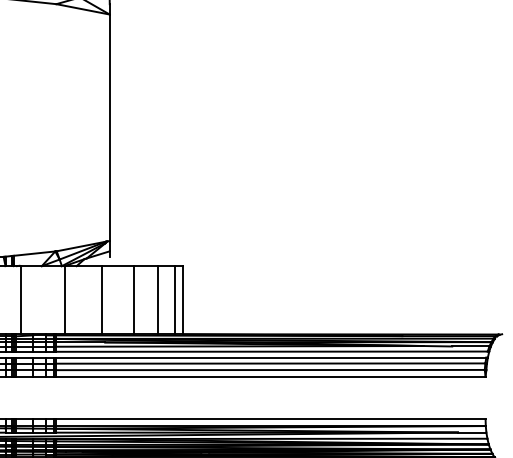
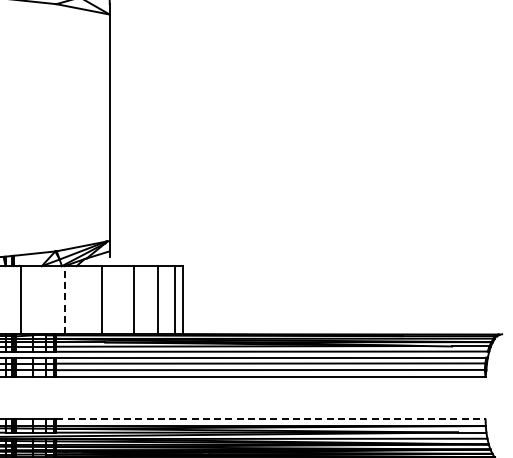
line at (64, 299): solid -> dashed
line at (271, 419): solid -> dashed
